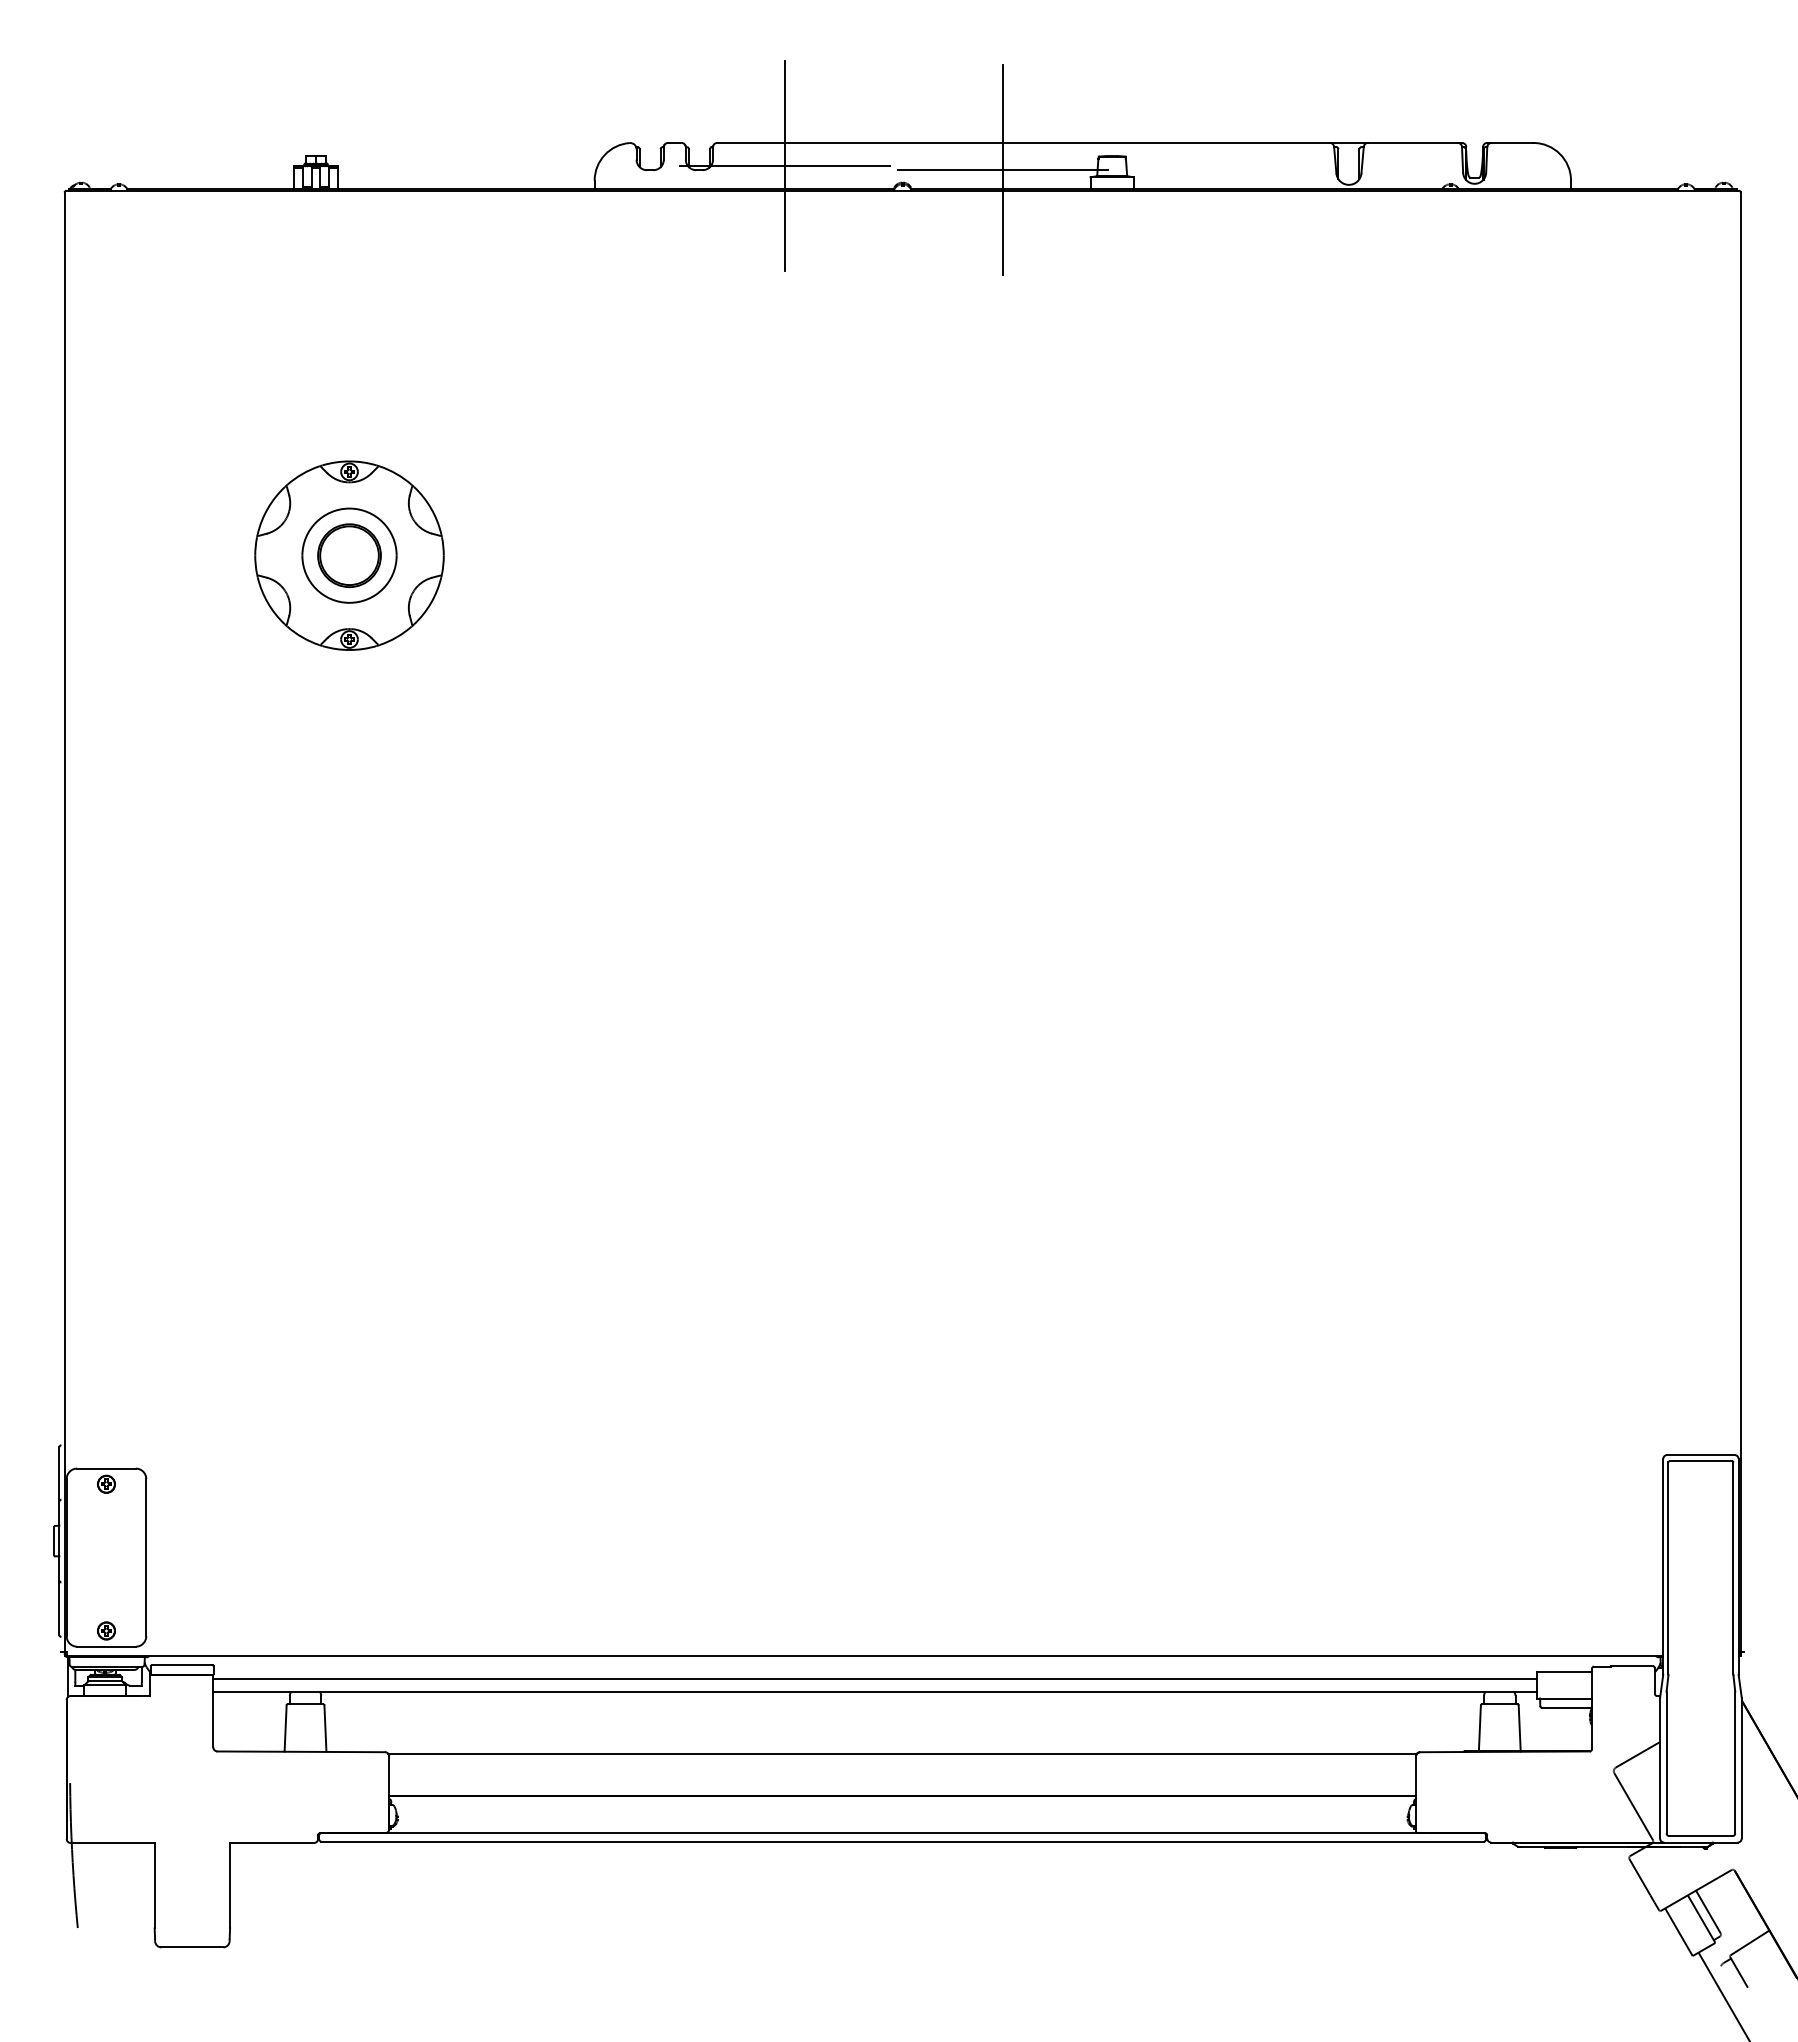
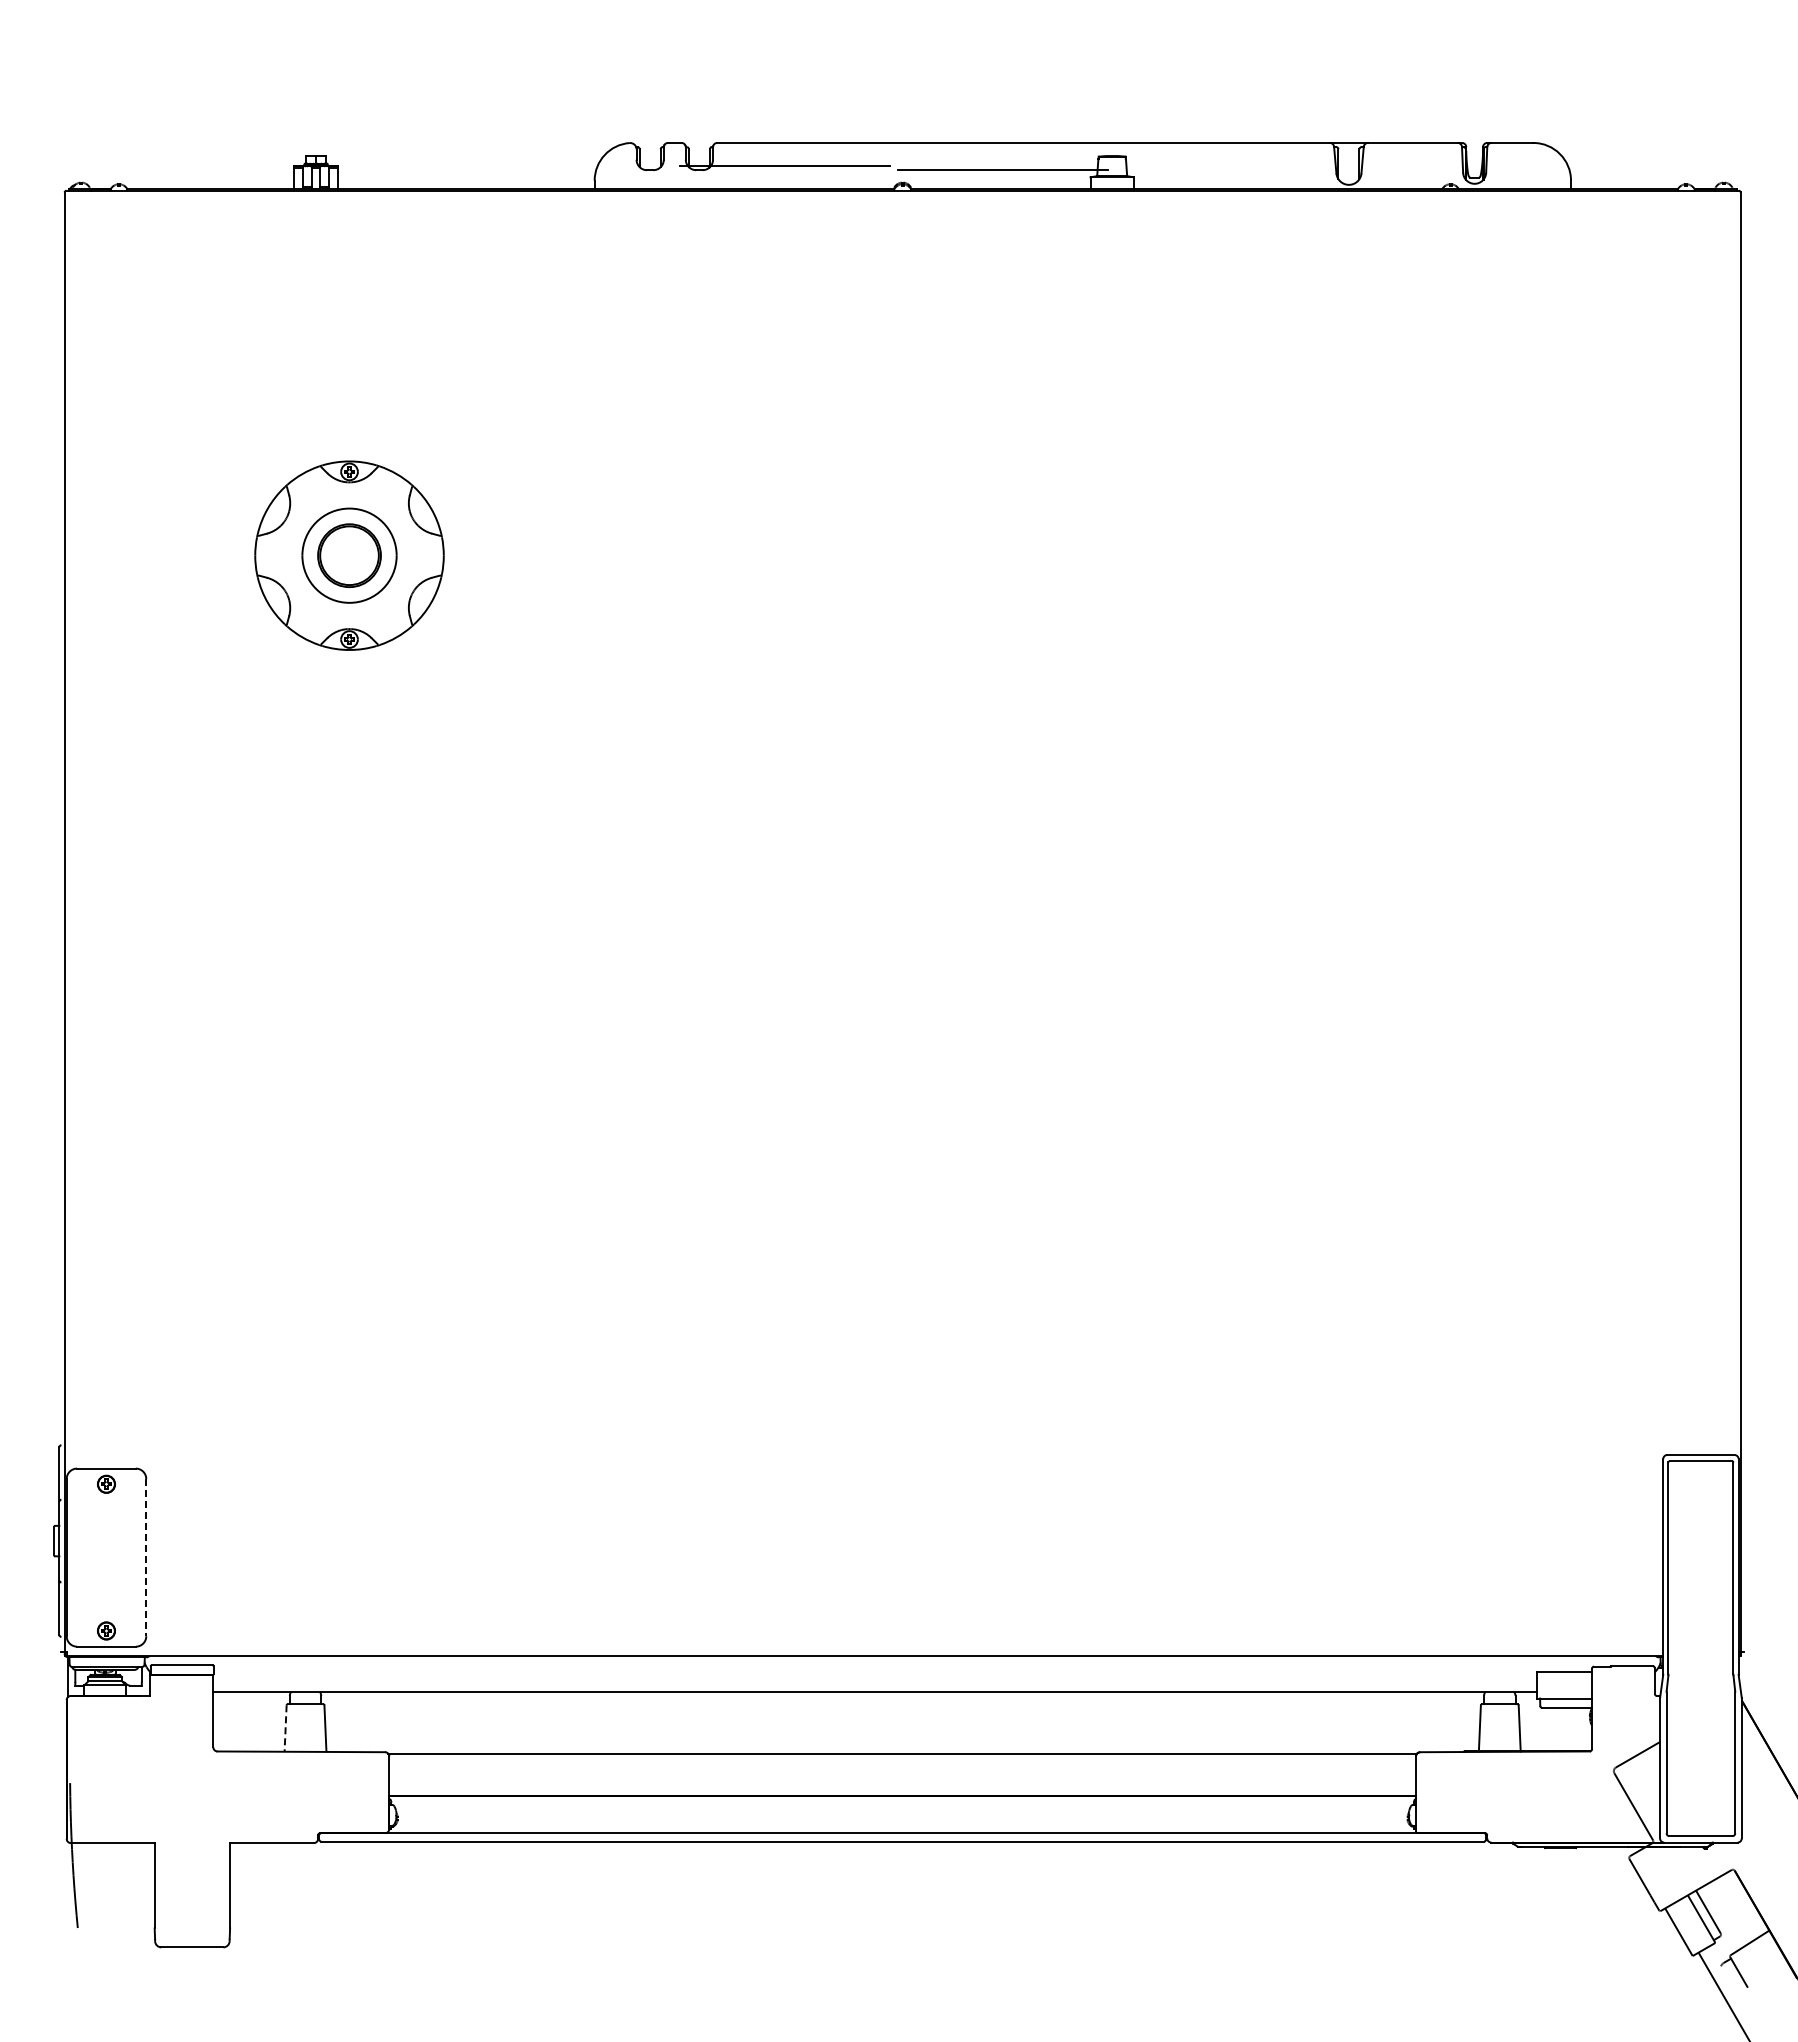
line at (784, 165): present -> none
line at (1003, 169): present -> none
line at (146, 1557): solid -> dashed
line at (874, 1679): present -> none
line at (285, 1728): solid -> dashed
